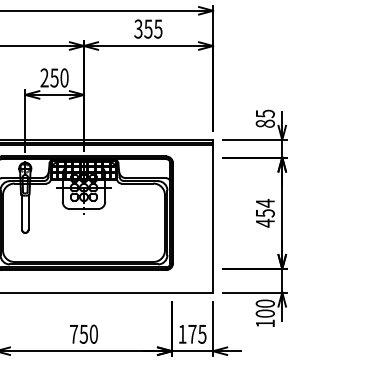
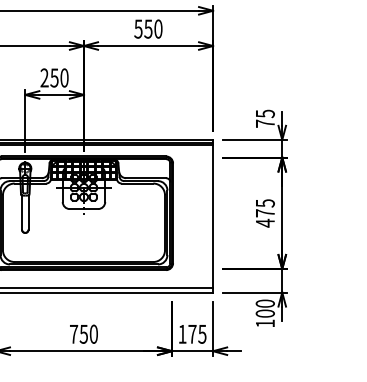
text at (148, 28): 355 -> 550
text at (264, 123): 85 -> 75
text at (265, 208): 454 -> 475
line at (107, 288): none -> present
